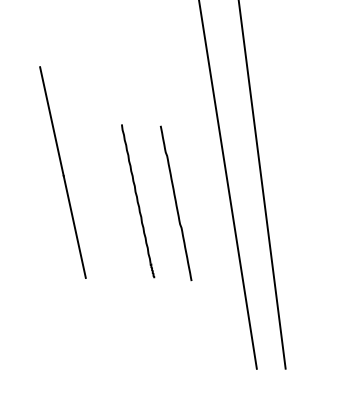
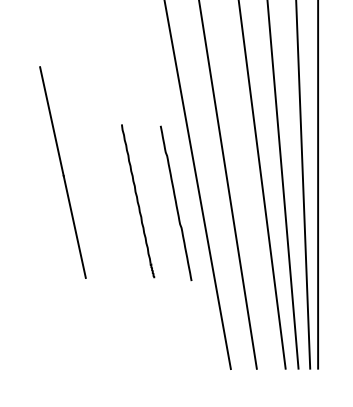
line at (197, 185): none -> present
line at (282, 185): none -> present
line at (303, 185): none -> present
line at (318, 185): none -> present
